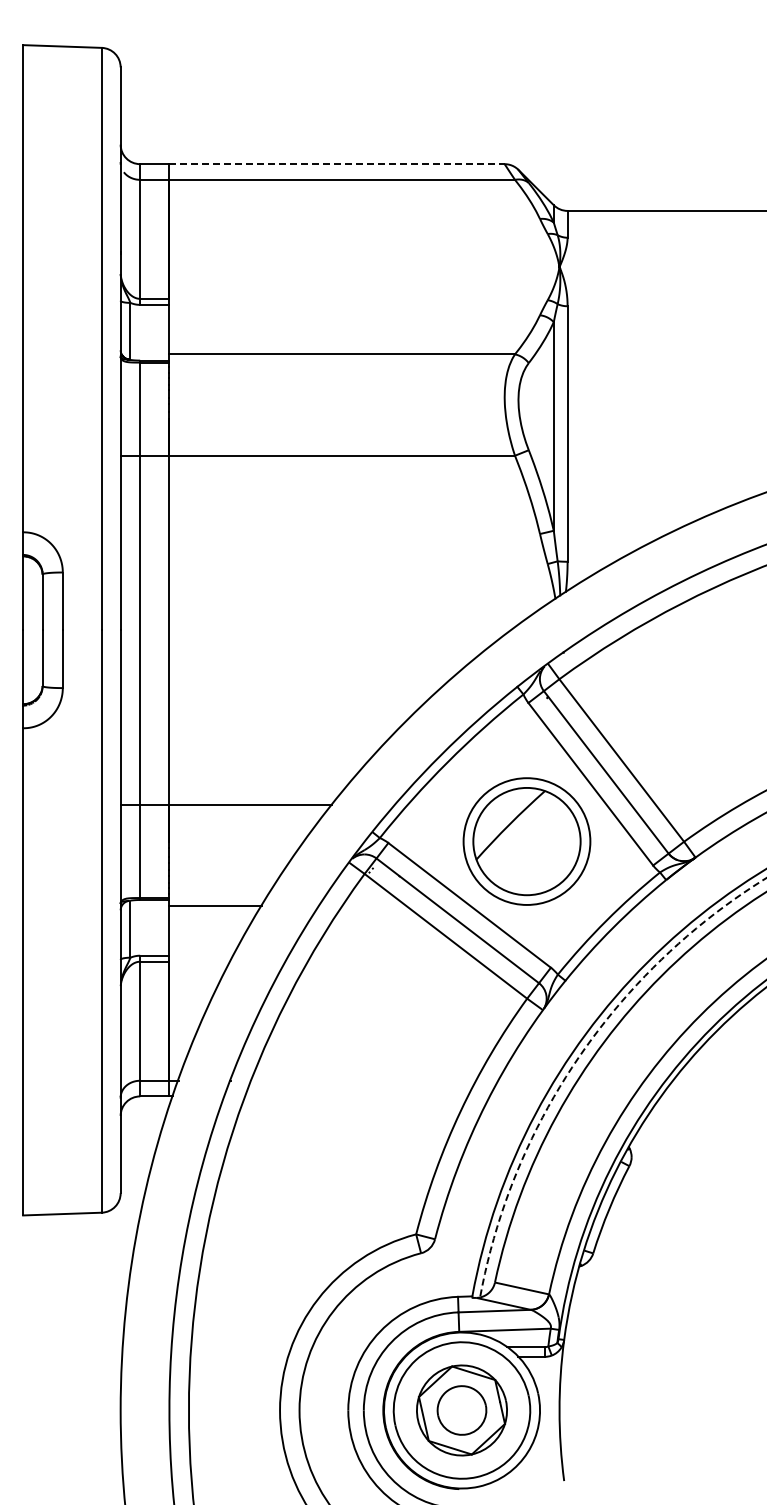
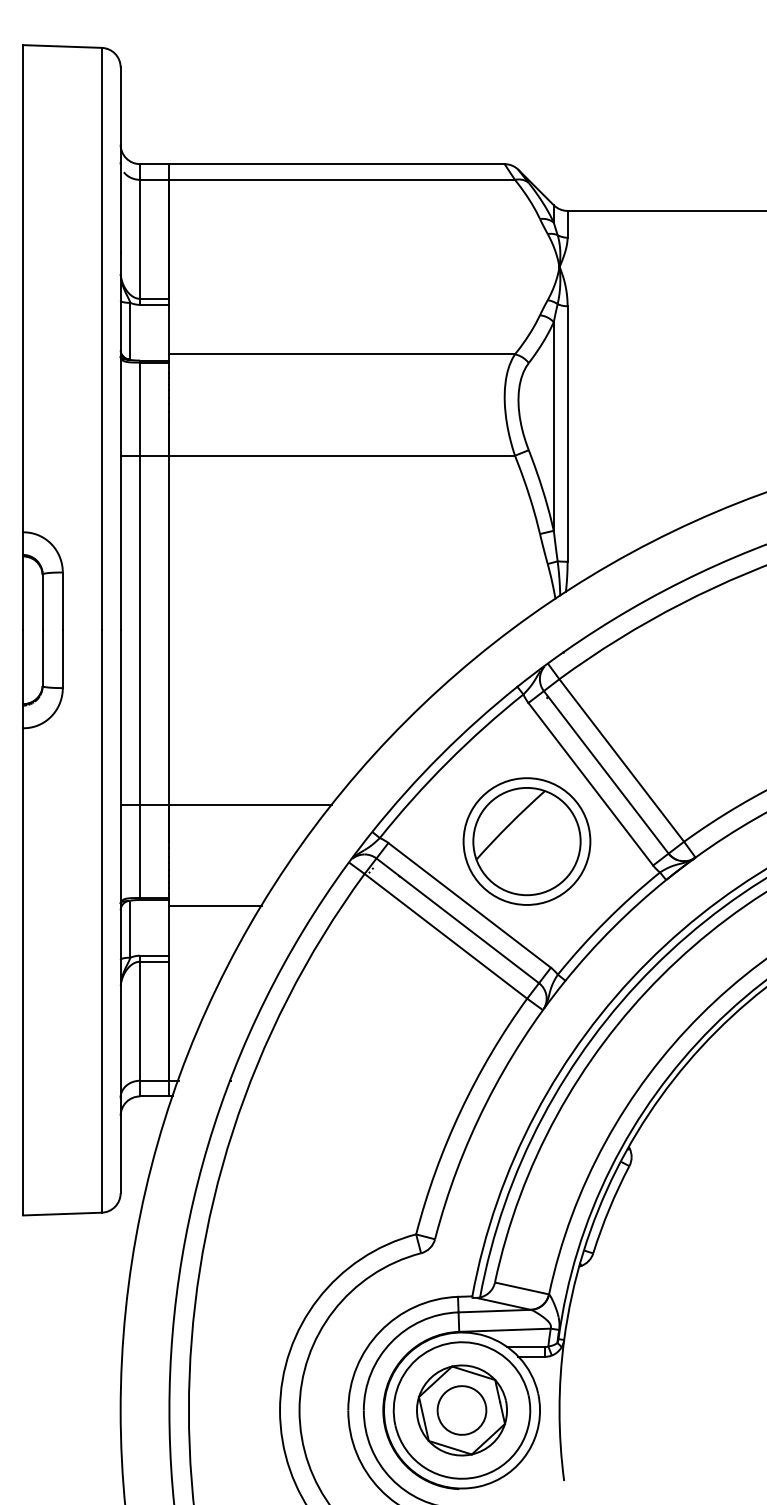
line at (337, 164): dashed -> solid
arc at (579, 1056): dashed -> solid
